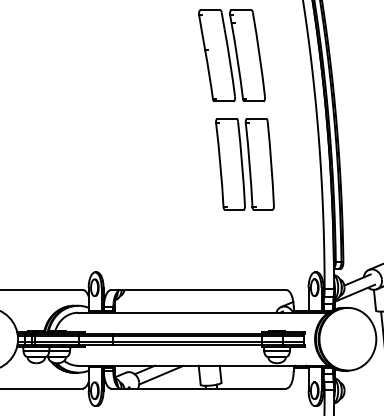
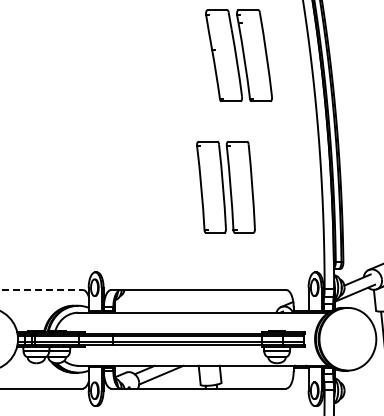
part at (231, 55) position: (231, 55) -> (238, 55)
part at (244, 164) position: (244, 164) -> (225, 187)
line at (42, 290): solid -> dashed
